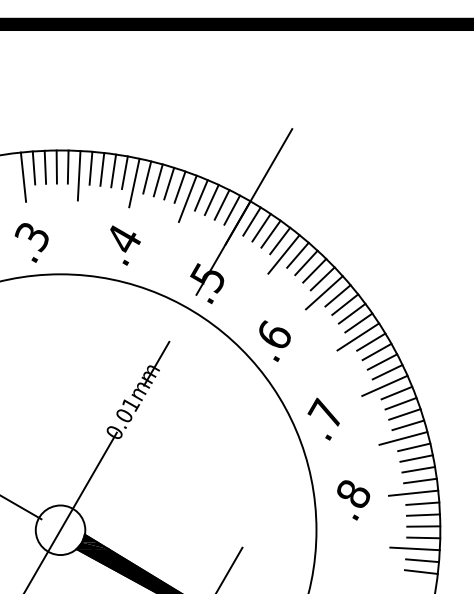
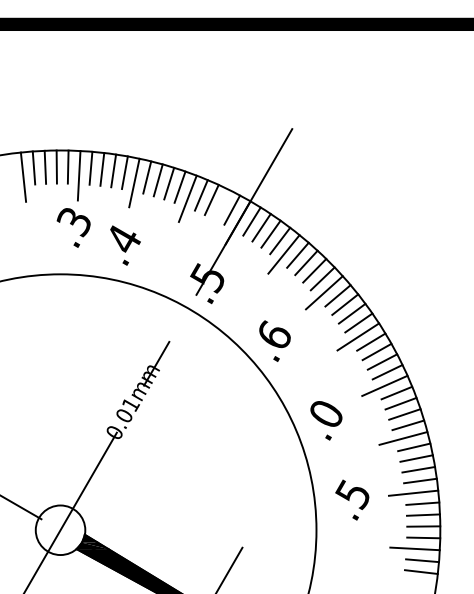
line at (221, 204): present -> none
text at (31, 242) position: (31, 242) -> (73, 227)
text at (324, 411): .7 -> .0
text at (352, 494): .8 -> .5
